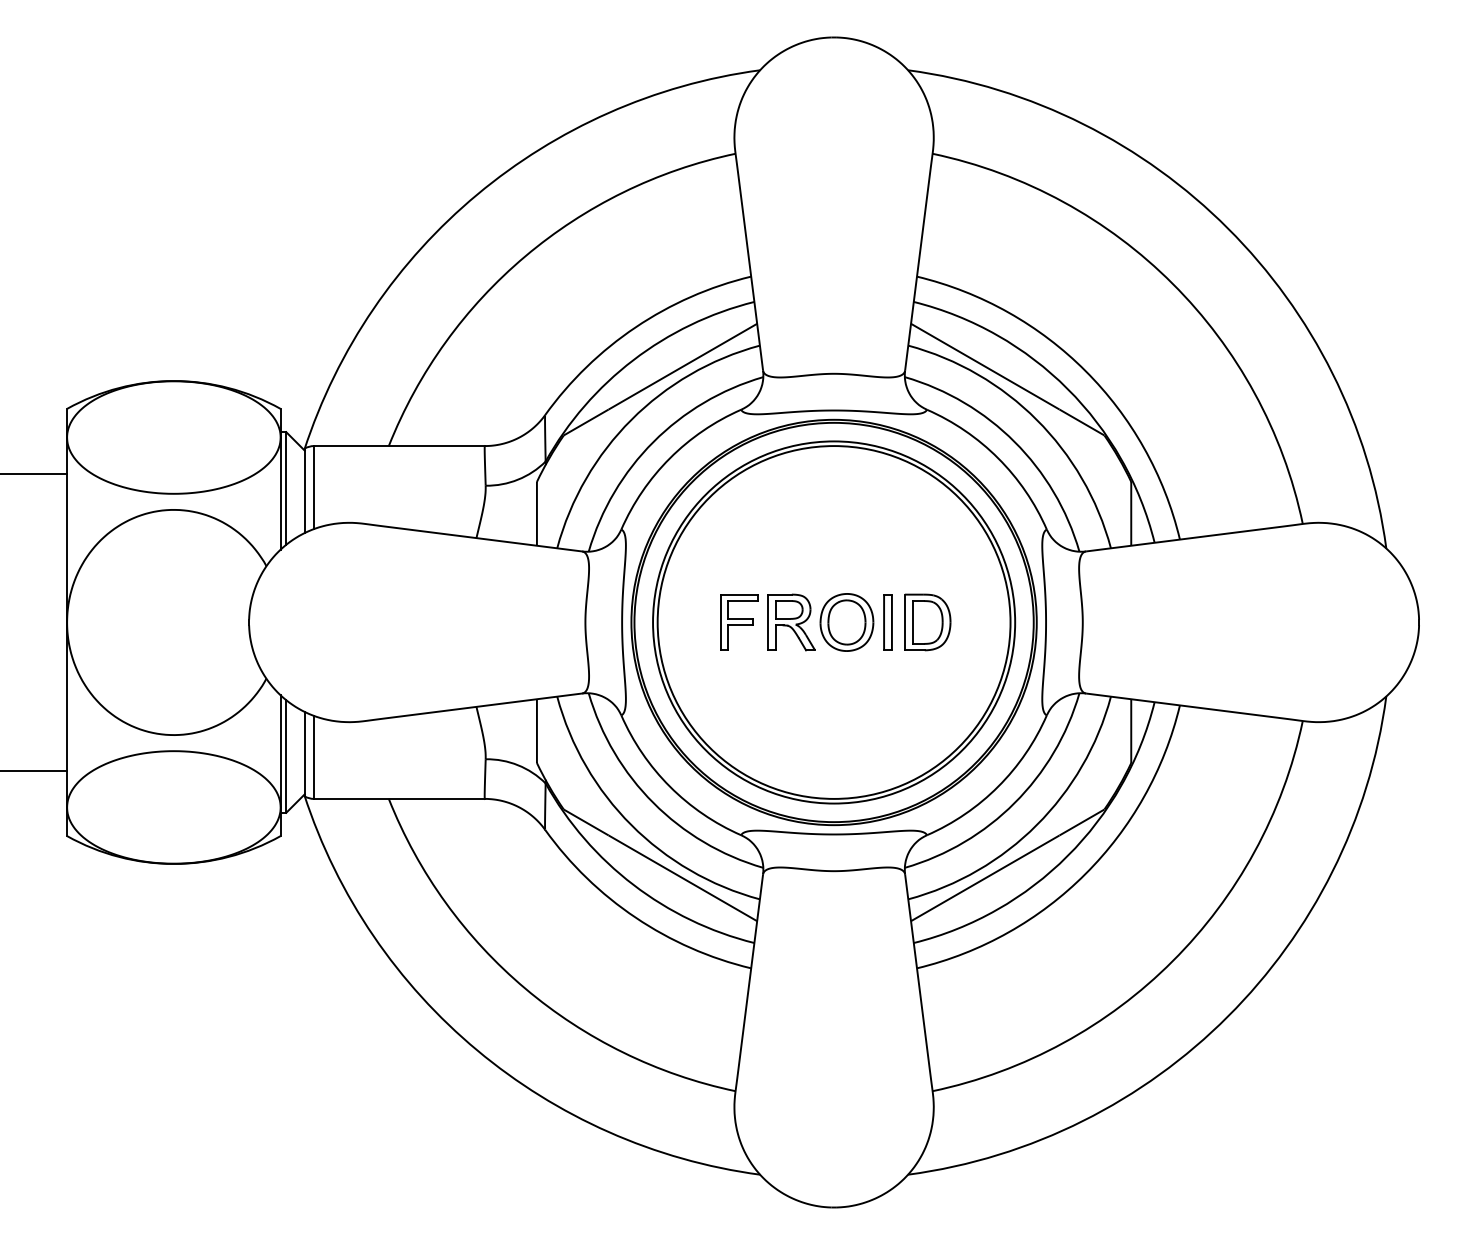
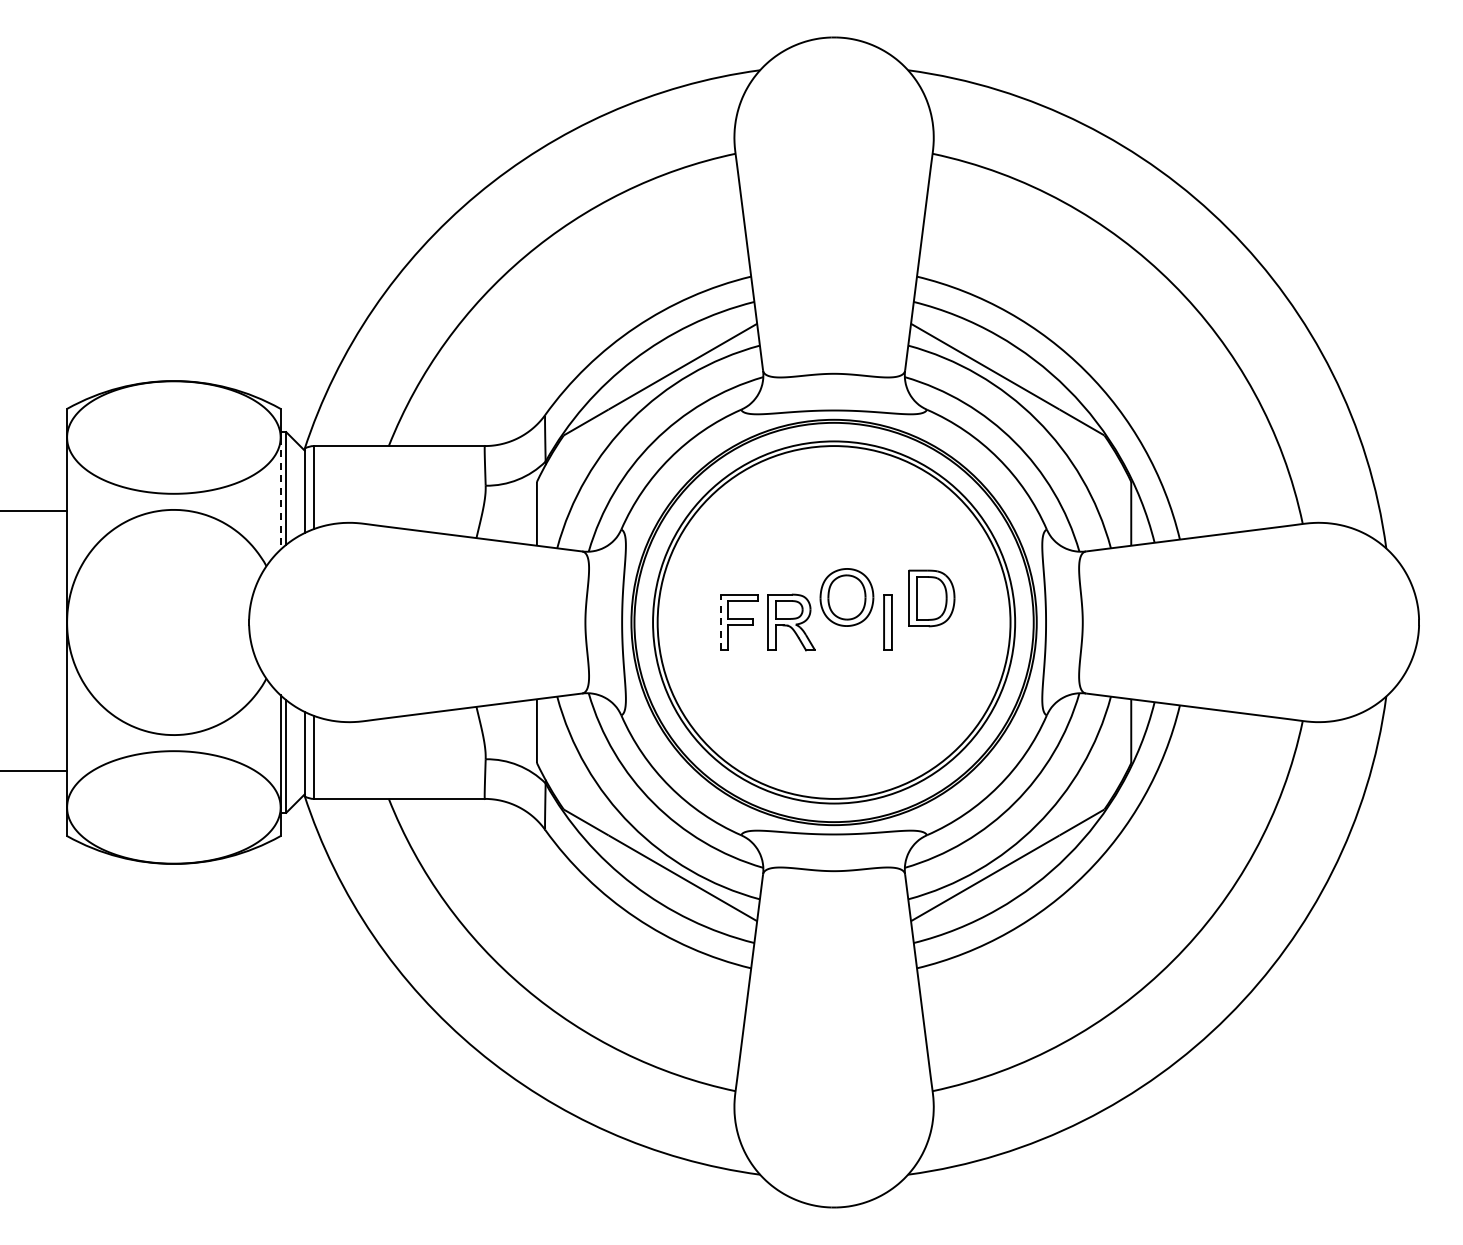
line at (34, 473) position: (34, 473) -> (34, 510)
line at (280, 494): solid -> dashed
line at (720, 622): solid -> dashed
part at (846, 622) position: (846, 622) -> (846, 597)
part at (927, 622) position: (927, 622) -> (931, 598)
